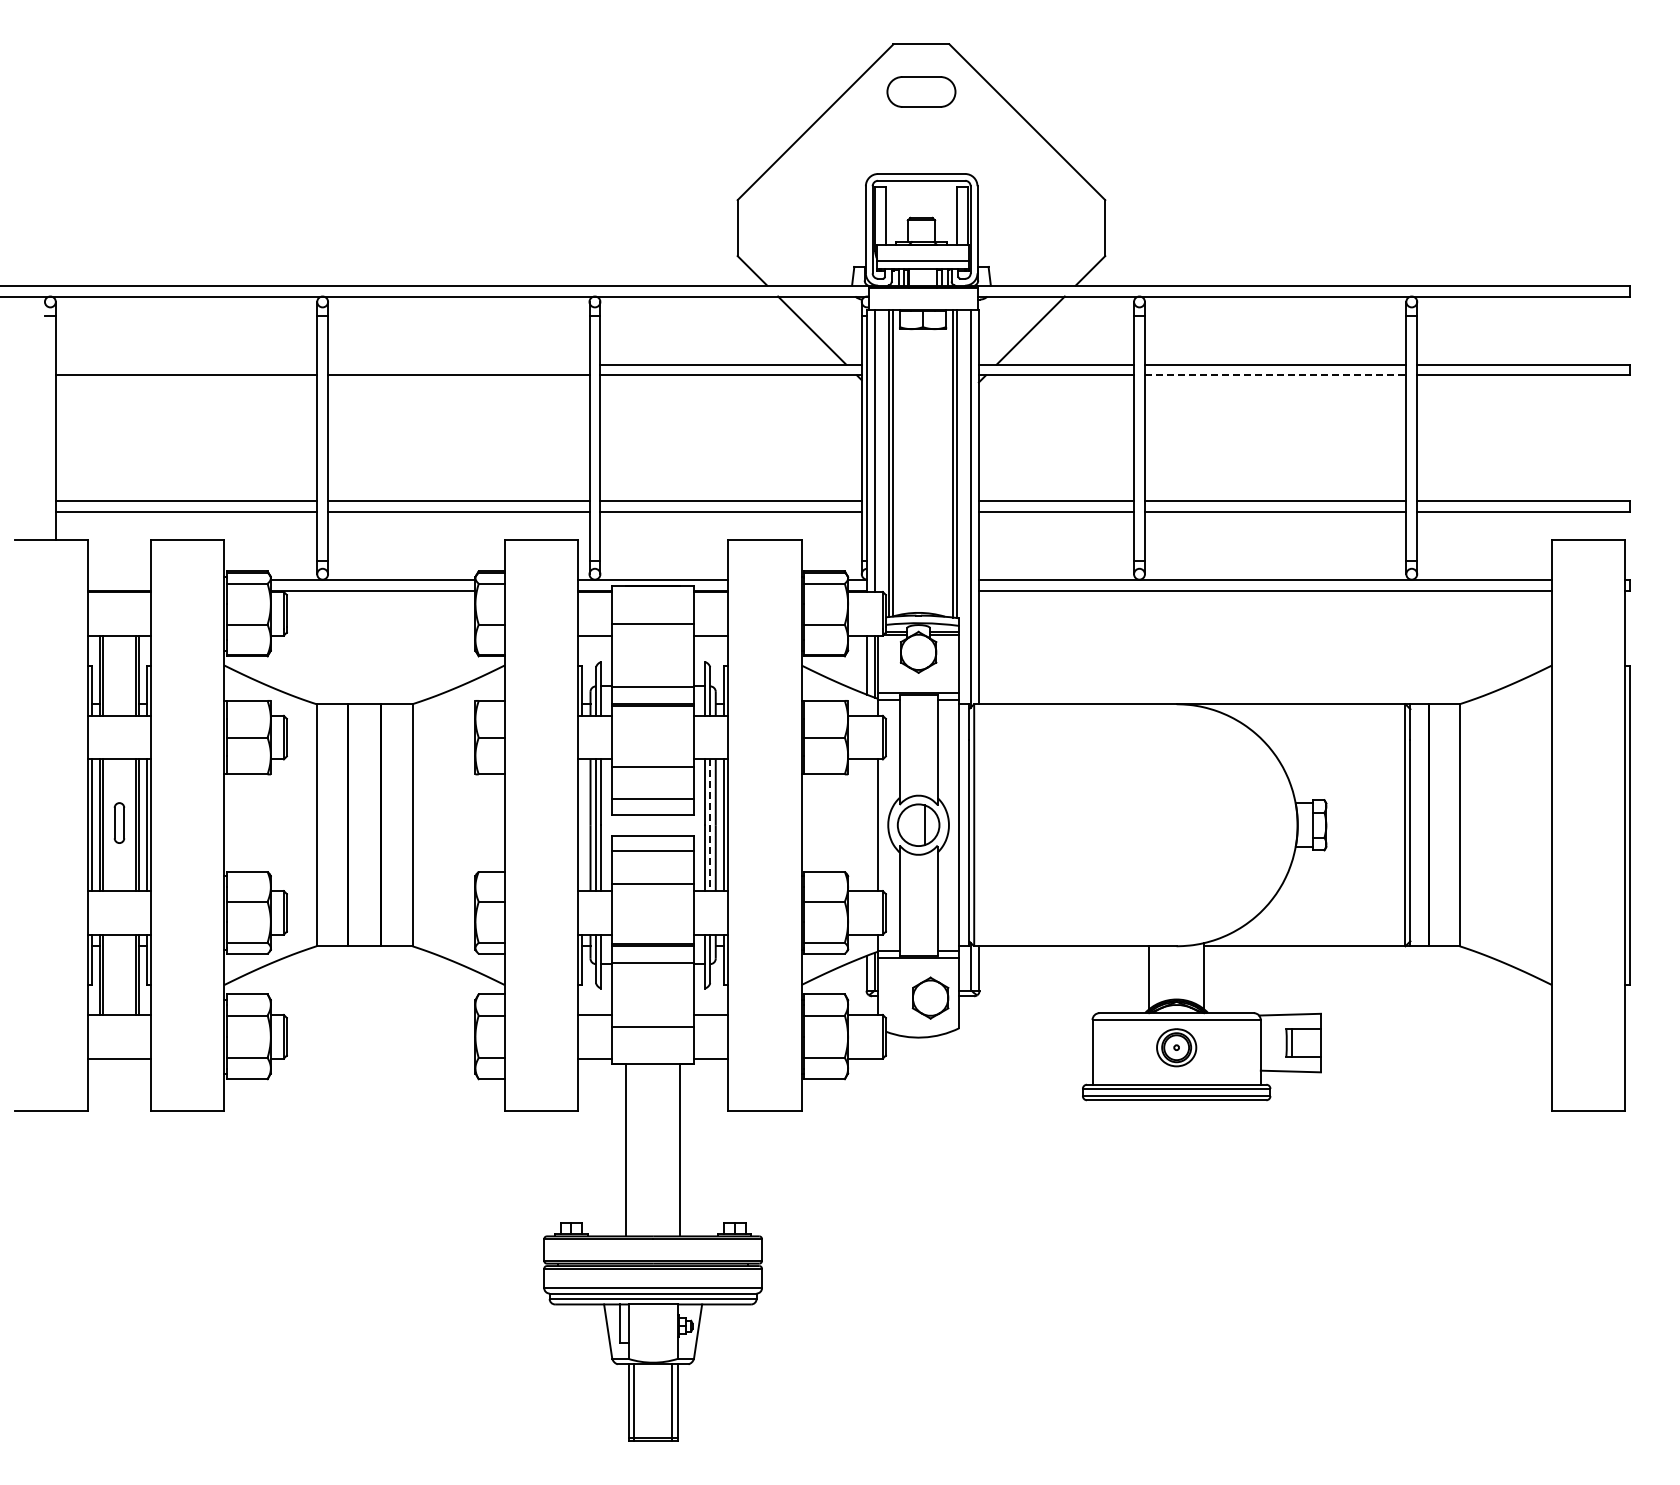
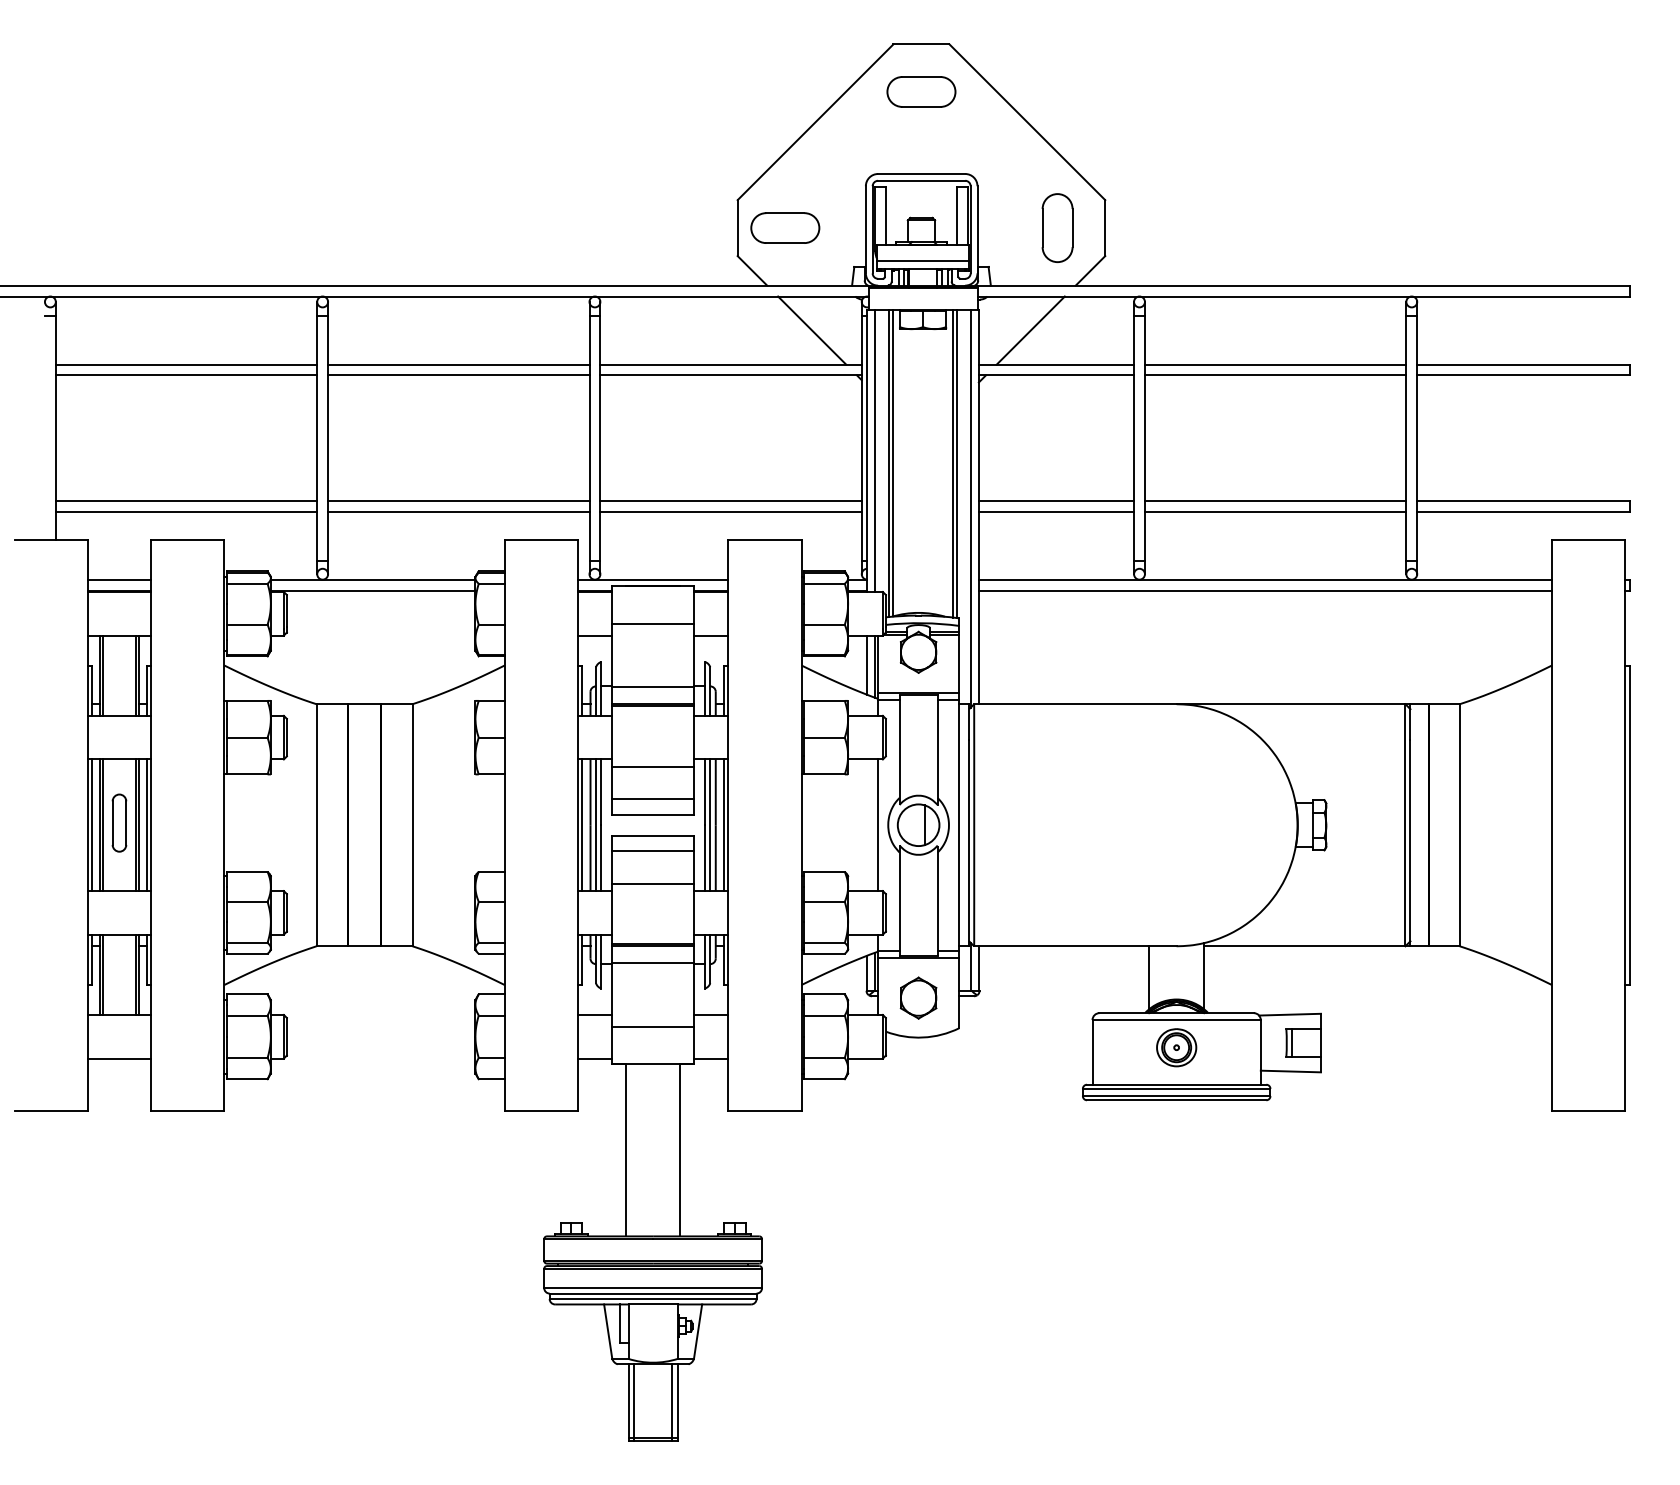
part at (785, 227): none -> present
part at (1057, 227): none -> present
line at (186, 364): none -> present
line at (458, 364): none -> present
line at (1275, 375): dashed -> solid
line at (119, 579): none -> present
part at (119, 822) size: 13x42 px -> 17x60 px
line at (582, 825): none -> present
line at (710, 825): dashed -> solid
part at (930, 997) position: (930, 997) -> (918, 997)
